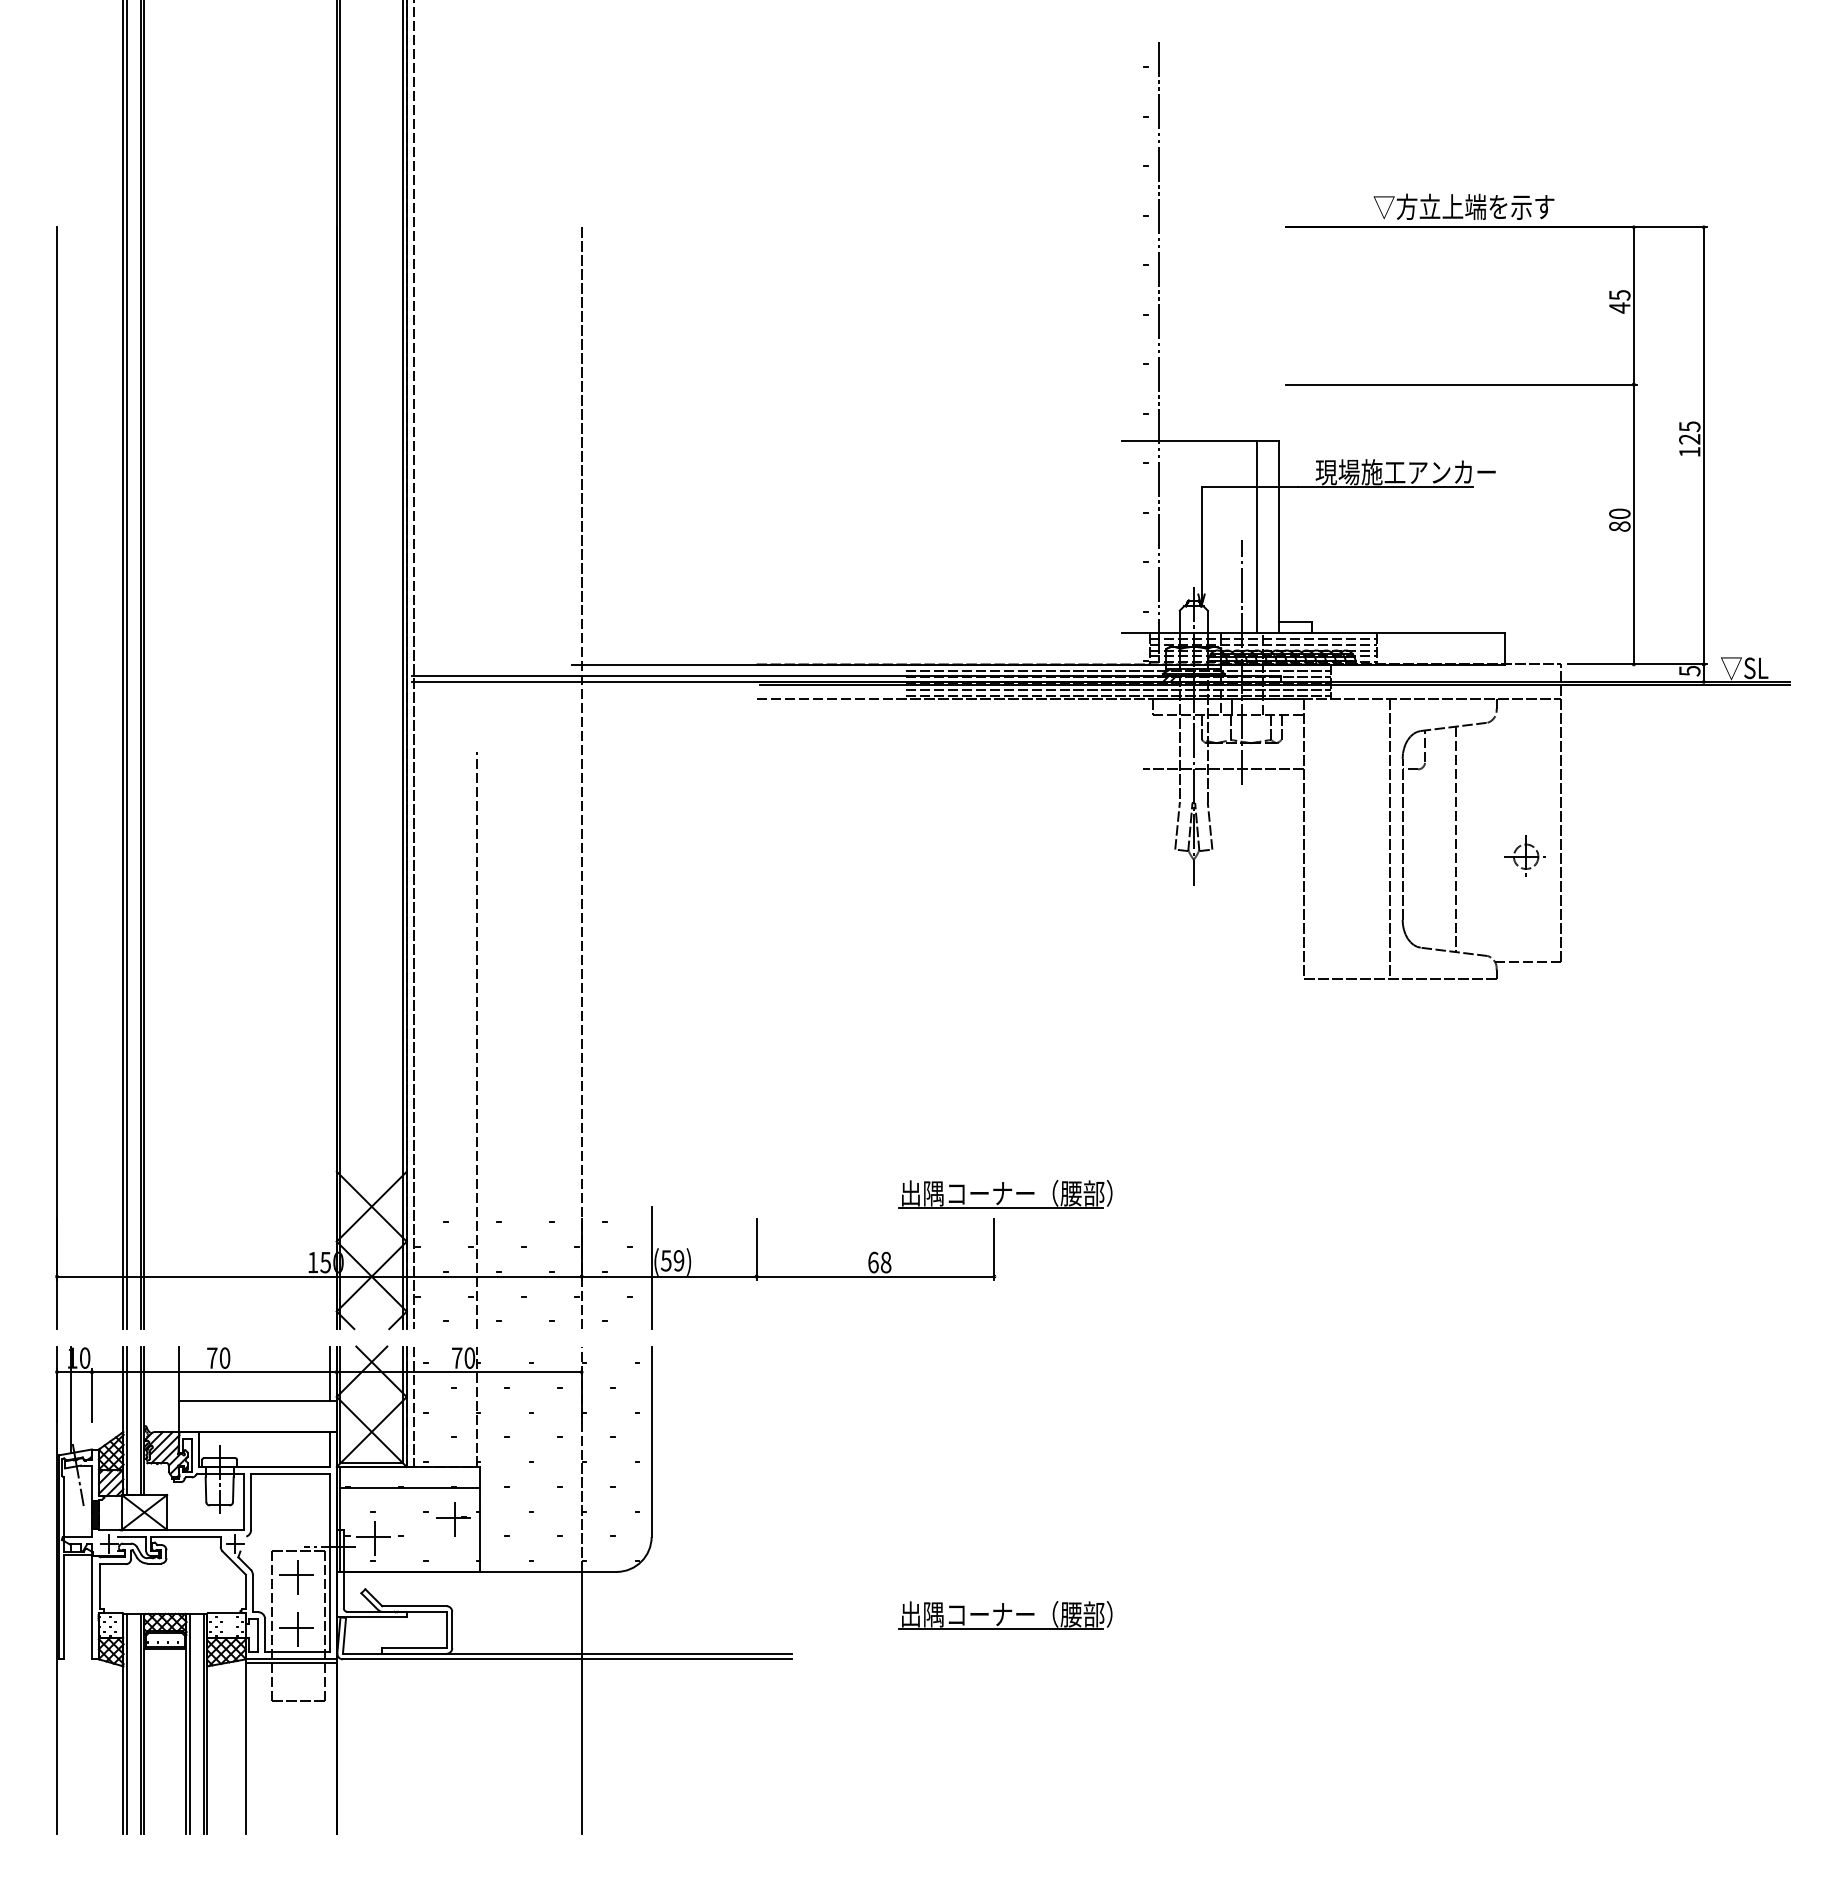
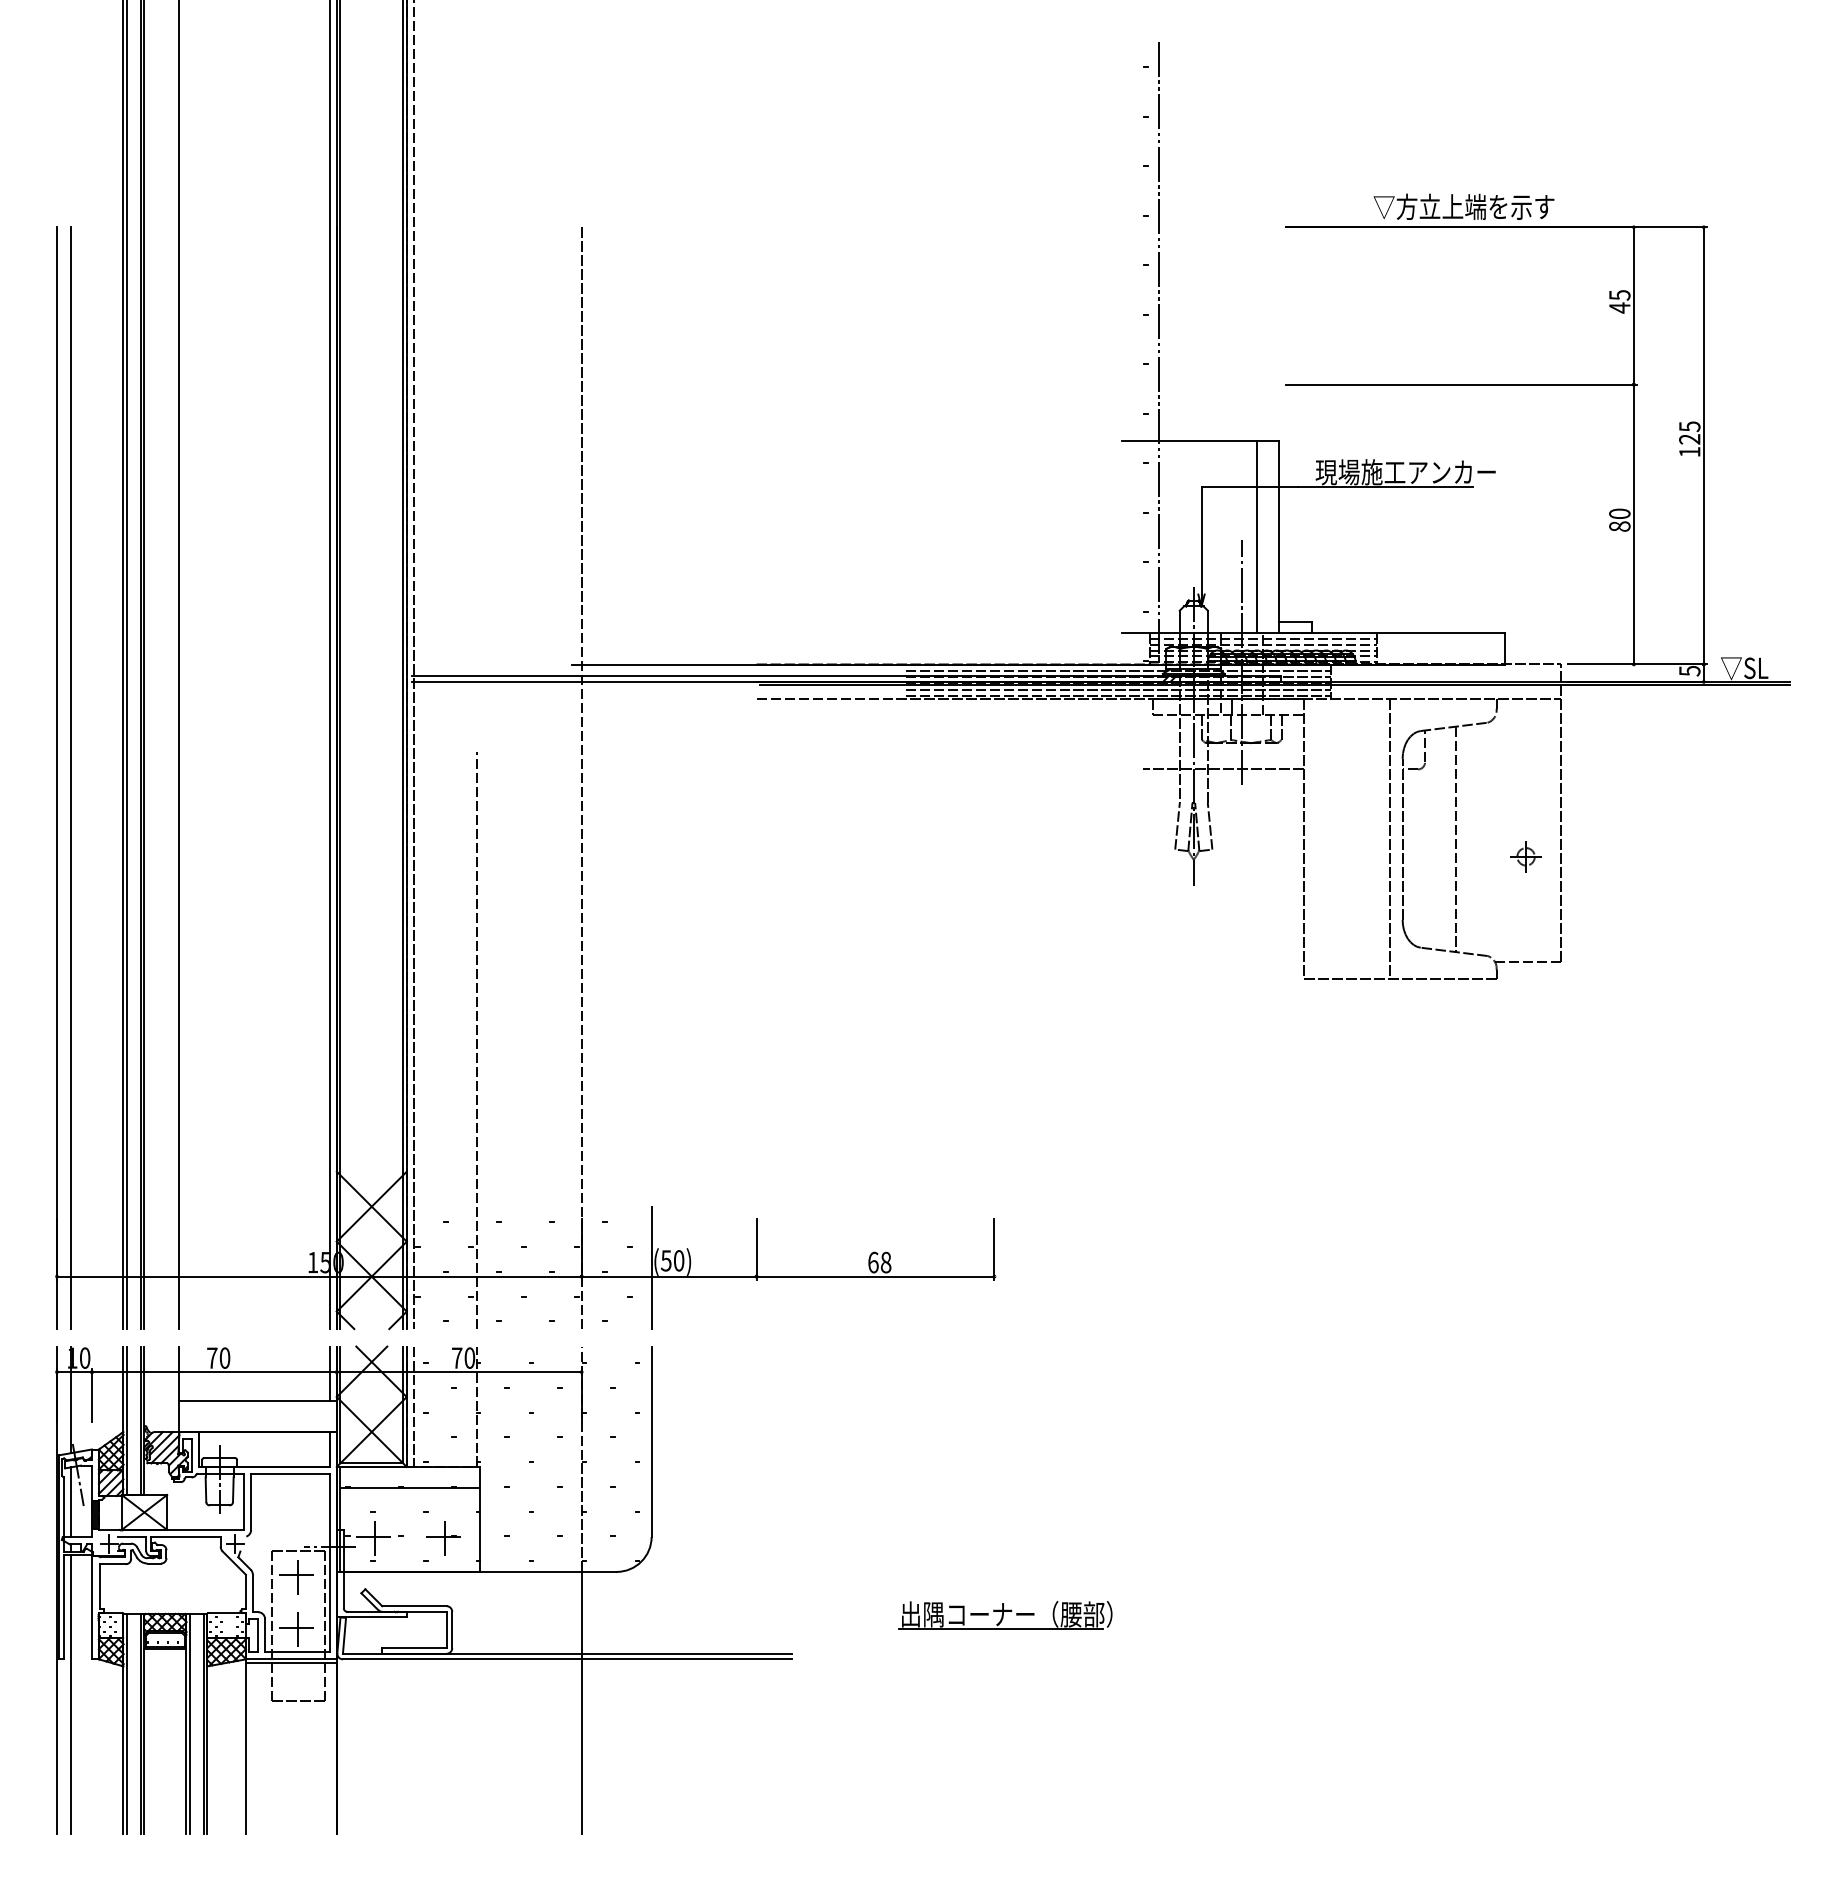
line at (179, 665): none -> present
line at (329, 665): none -> present
line at (70, 778): none -> present
part at (1524, 855) size: 42x42 px -> 32x32 px
part at (1005, 1194): present -> none
text at (678, 1260): (59) -> (50)
line at (70, 1502): none -> present
part at (453, 1519) position: (453, 1519) -> (443, 1538)
line at (70, 1694): none -> present
